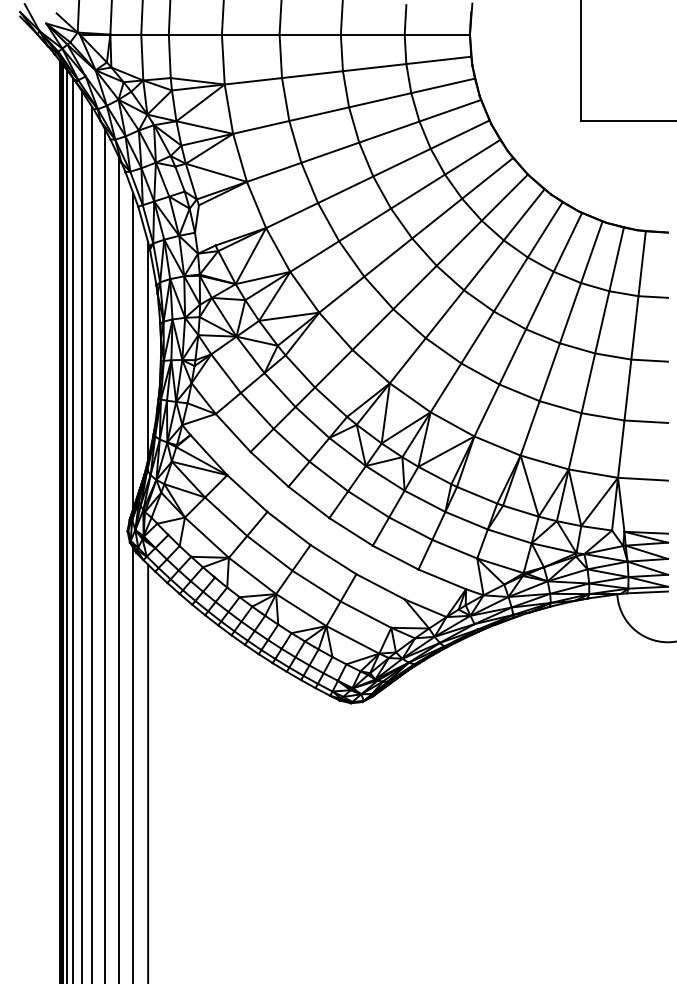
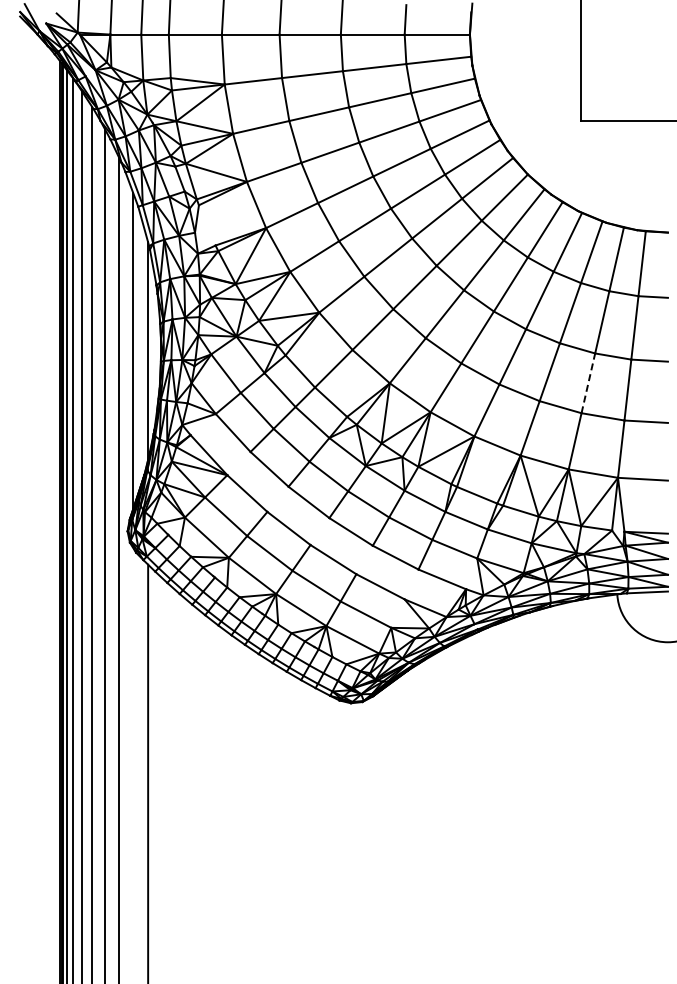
line at (588, 383): solid -> dashed
line at (133, 763): present -> none
